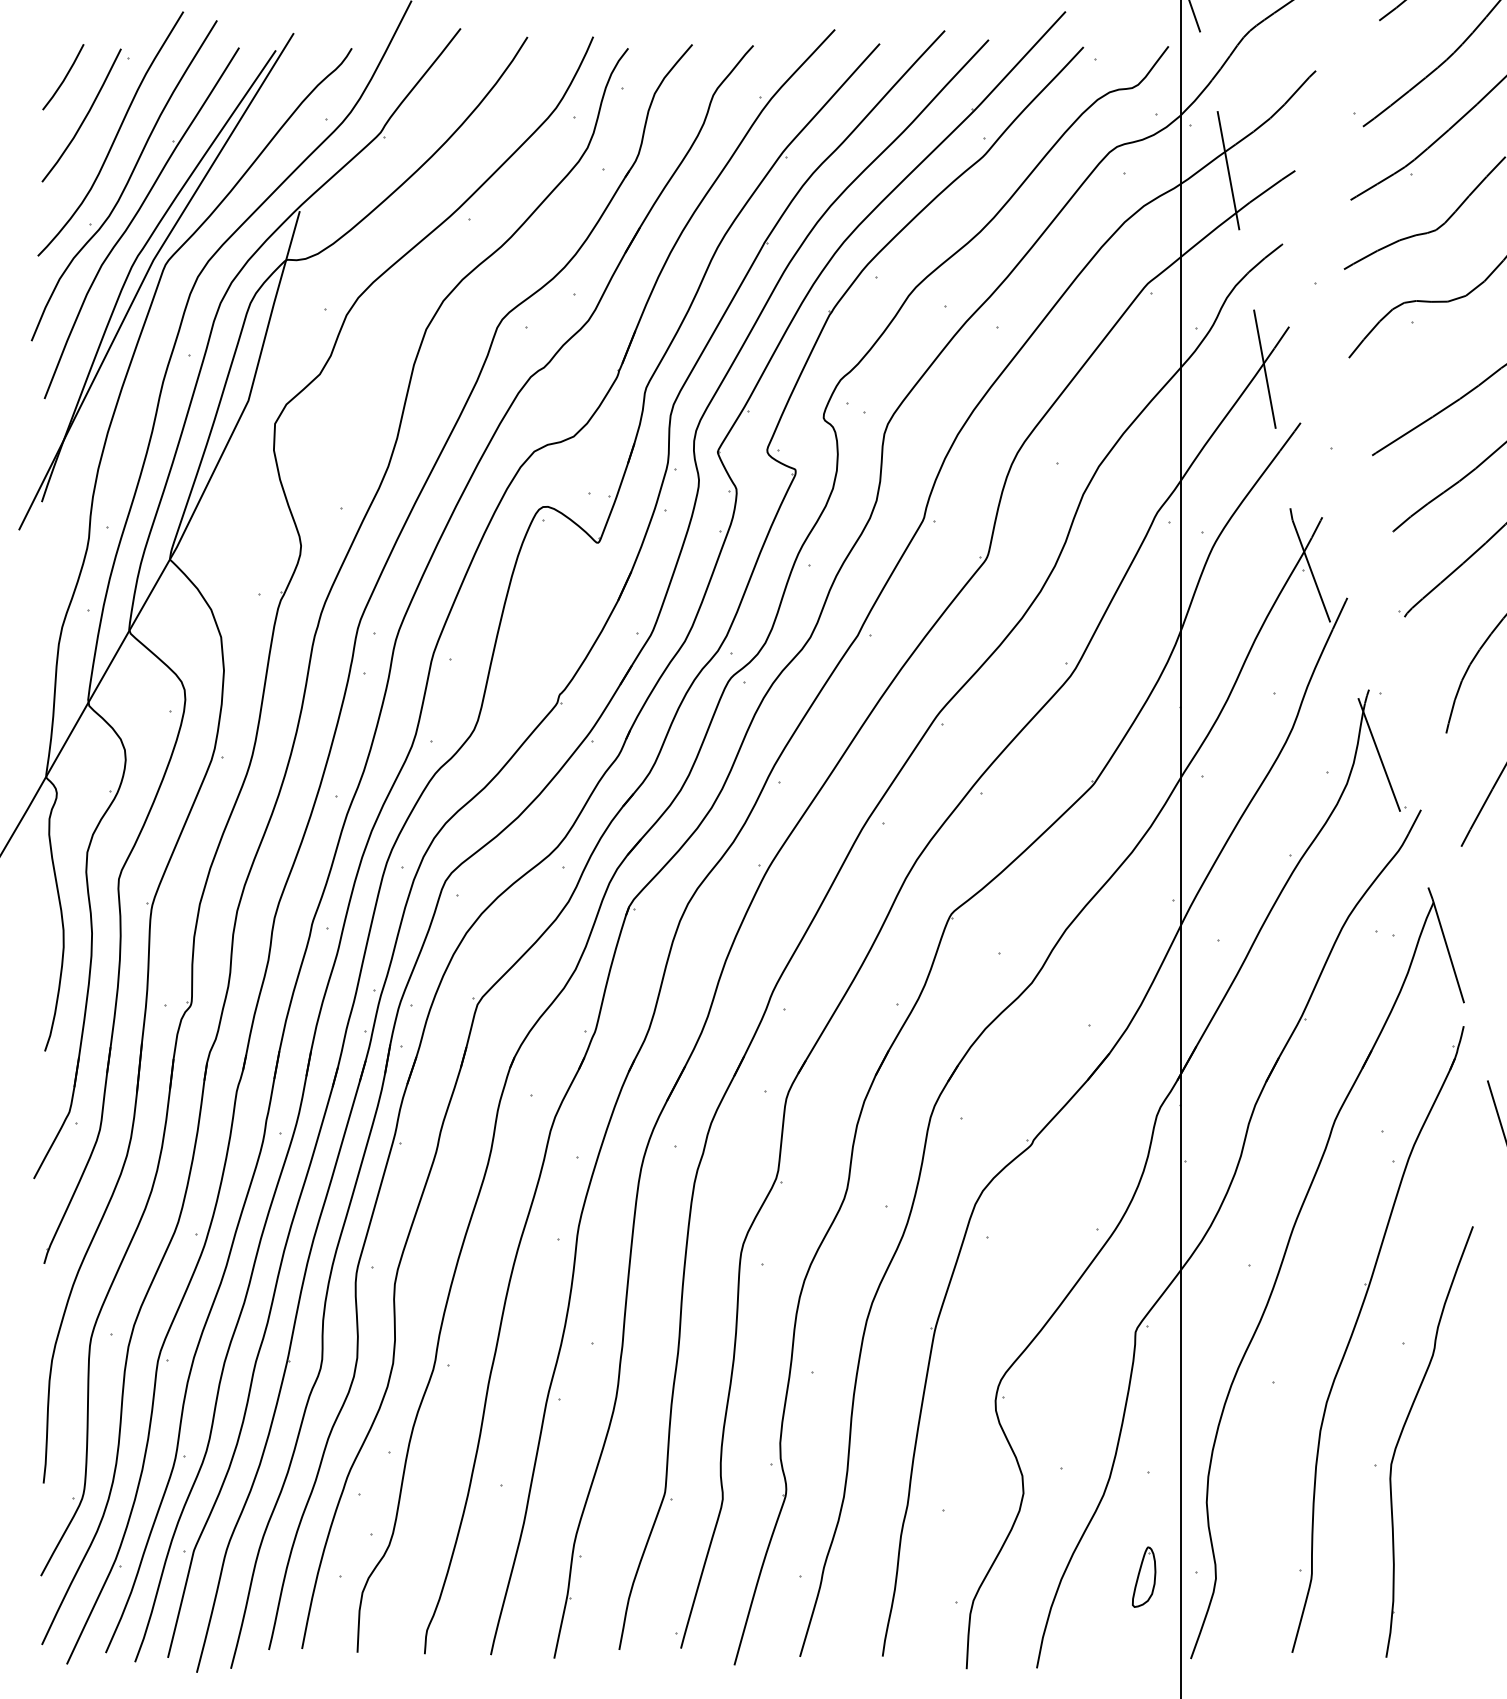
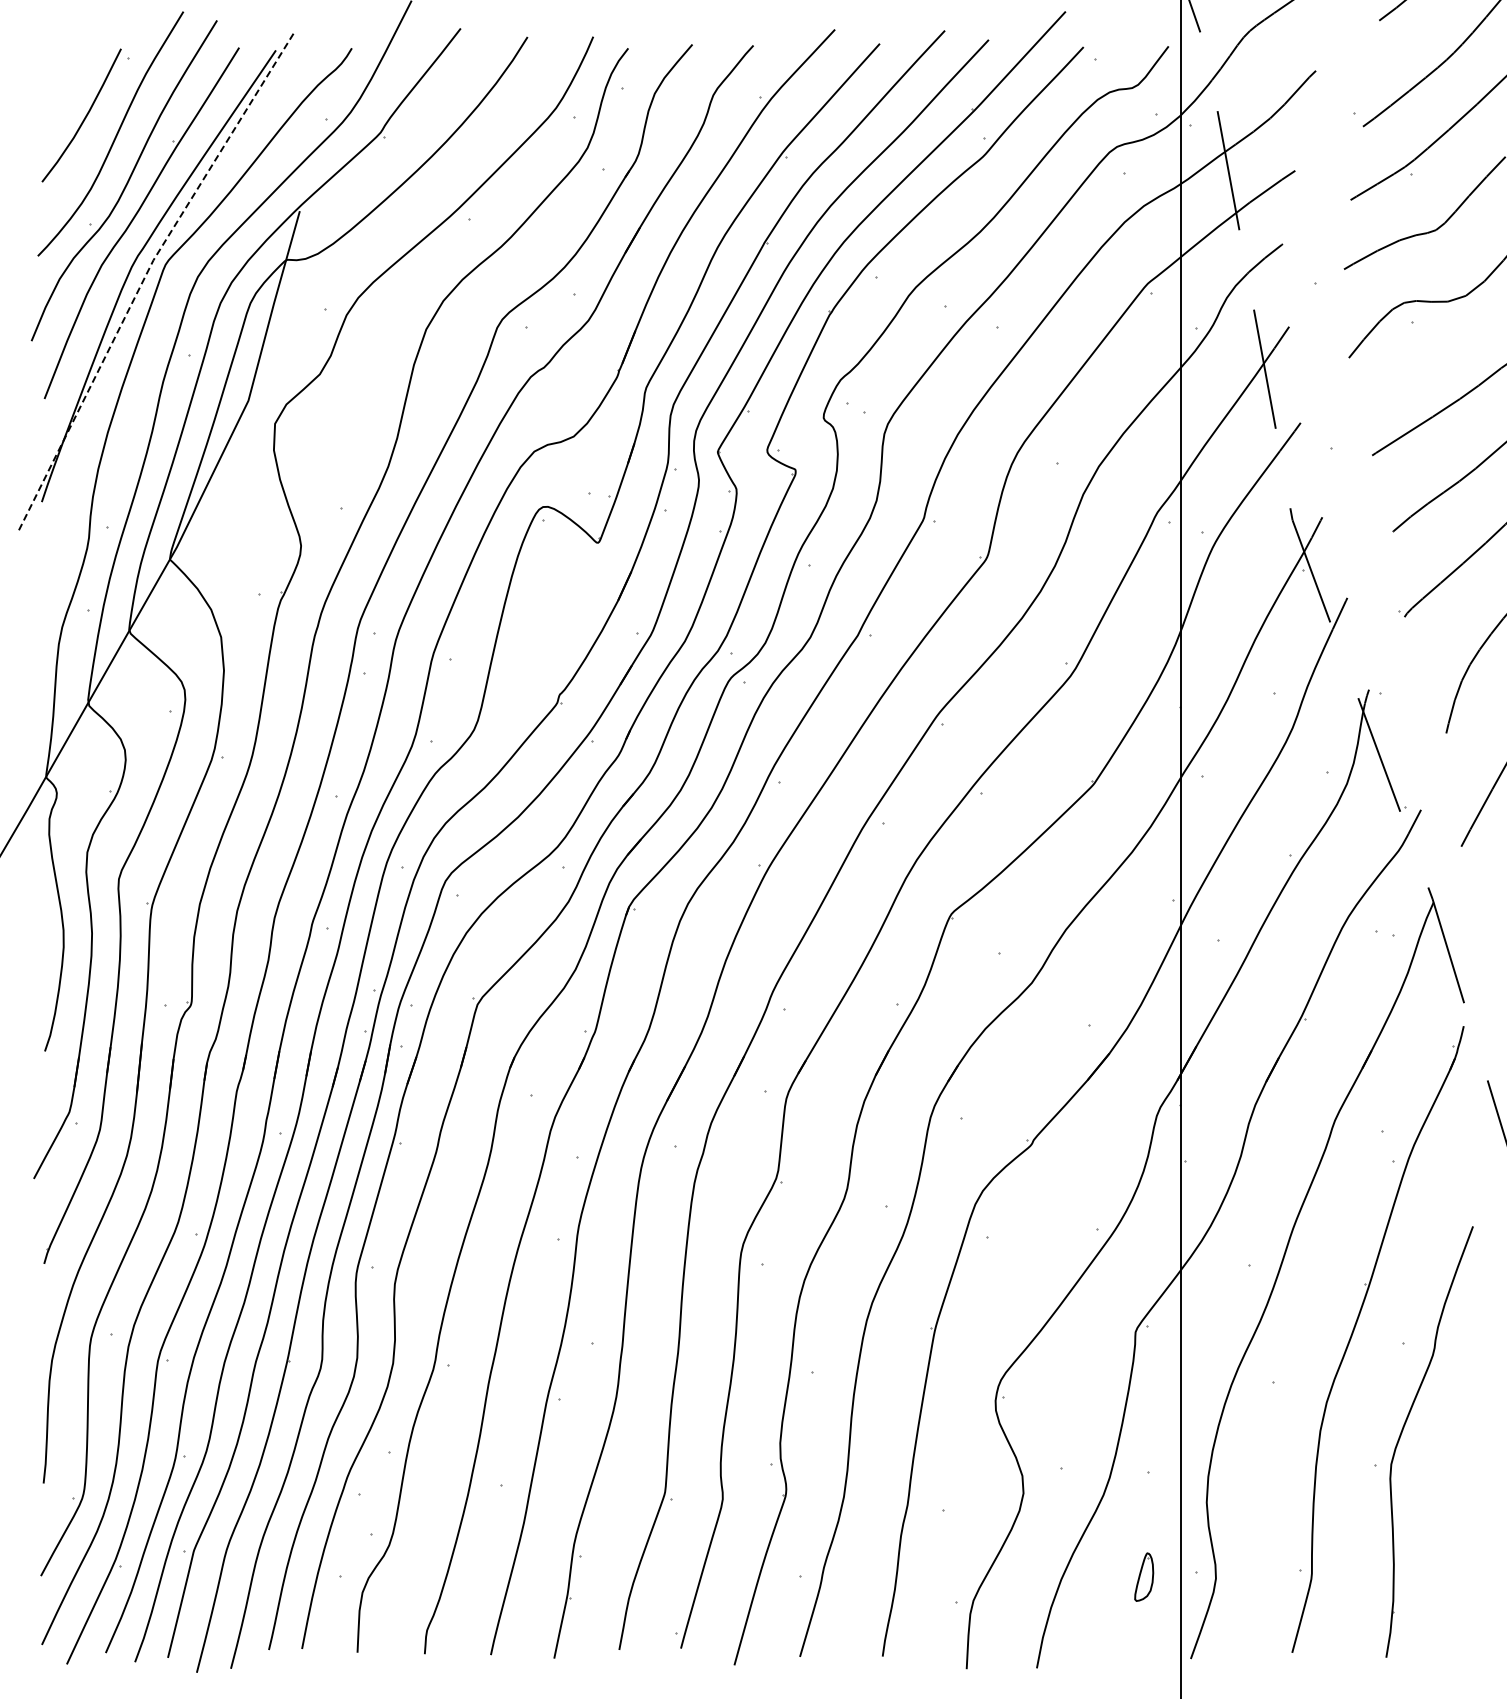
line at (64, 77): present -> none
line at (145, 275): solid -> dashed
part at (1144, 1576) size: 25x62 px -> 21x50 px
